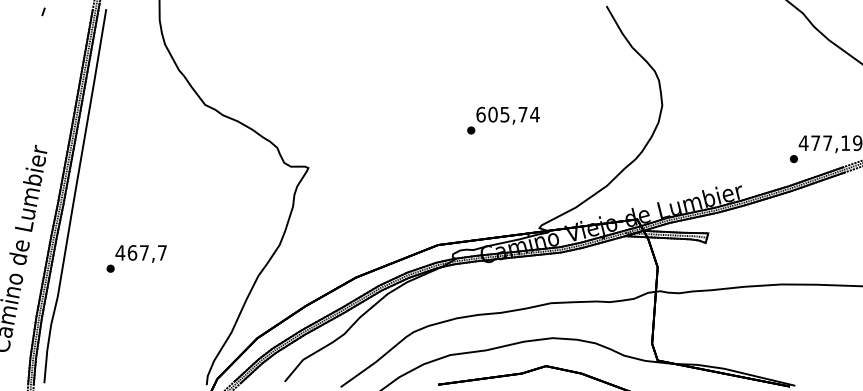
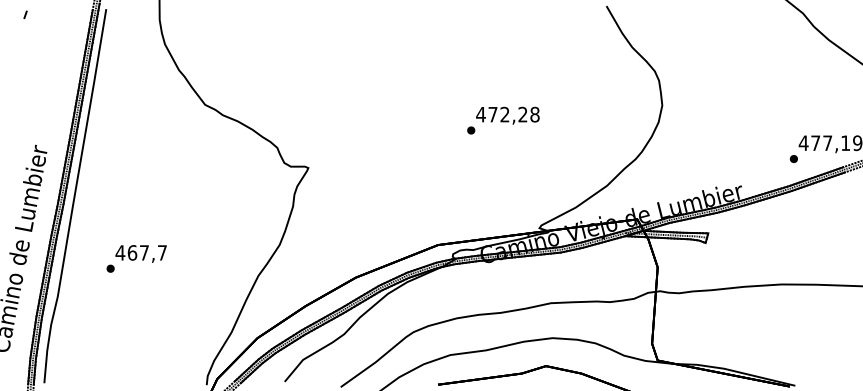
line at (43, 11) position: (43, 11) -> (25, 14)
text at (507, 114): 605,74 -> 472,28
